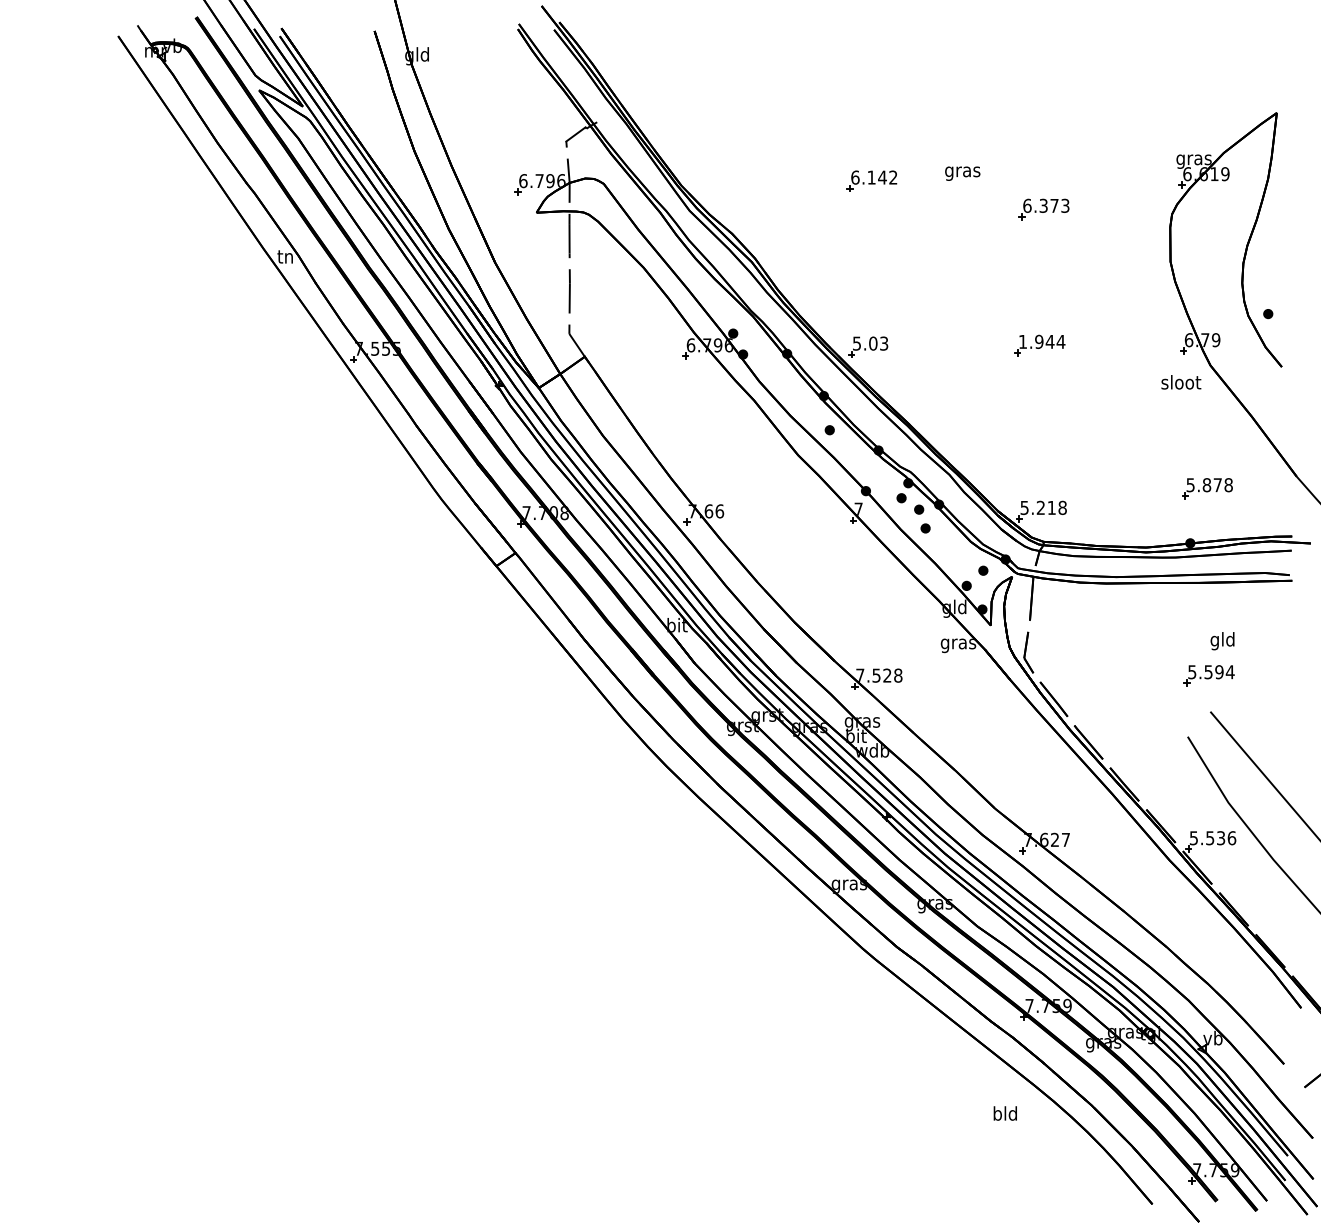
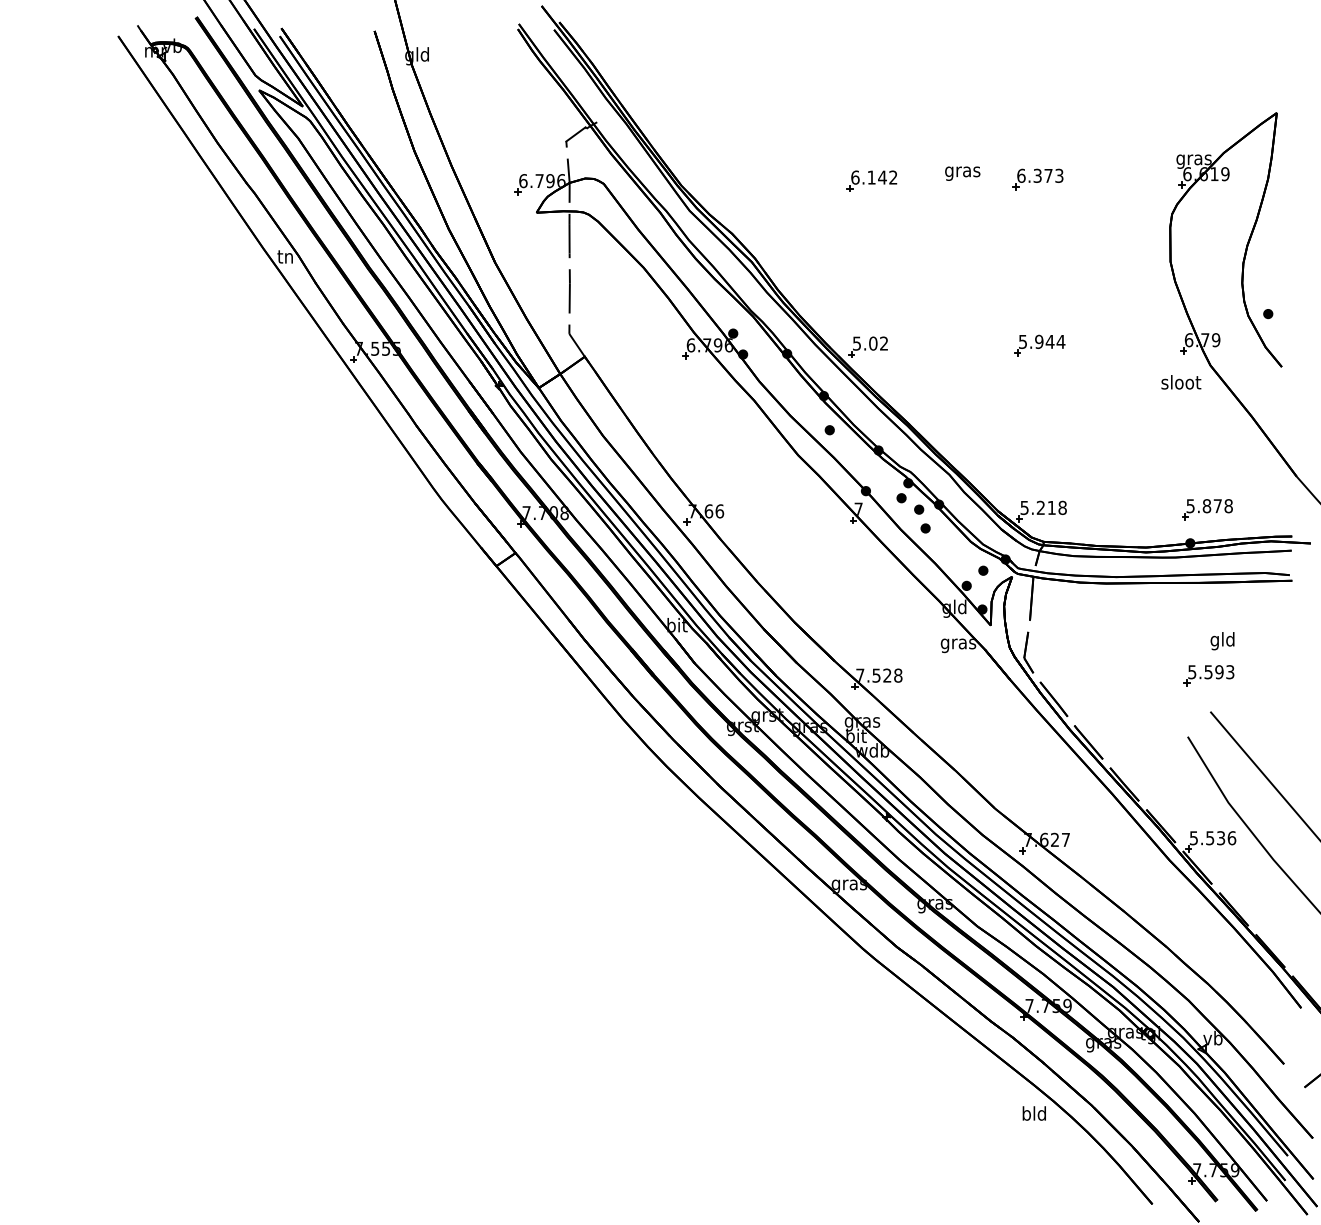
part at (1043, 209) position: (1043, 209) -> (1037, 179)
text at (1022, 341): 1.944 -> 5.944
text at (884, 343): 5.03 -> 5.02
part at (1207, 488) position: (1207, 488) -> (1207, 509)
text at (1229, 672): 5.594 -> 5.593
text at (1004, 1113) position: (1004, 1113) -> (1033, 1113)
